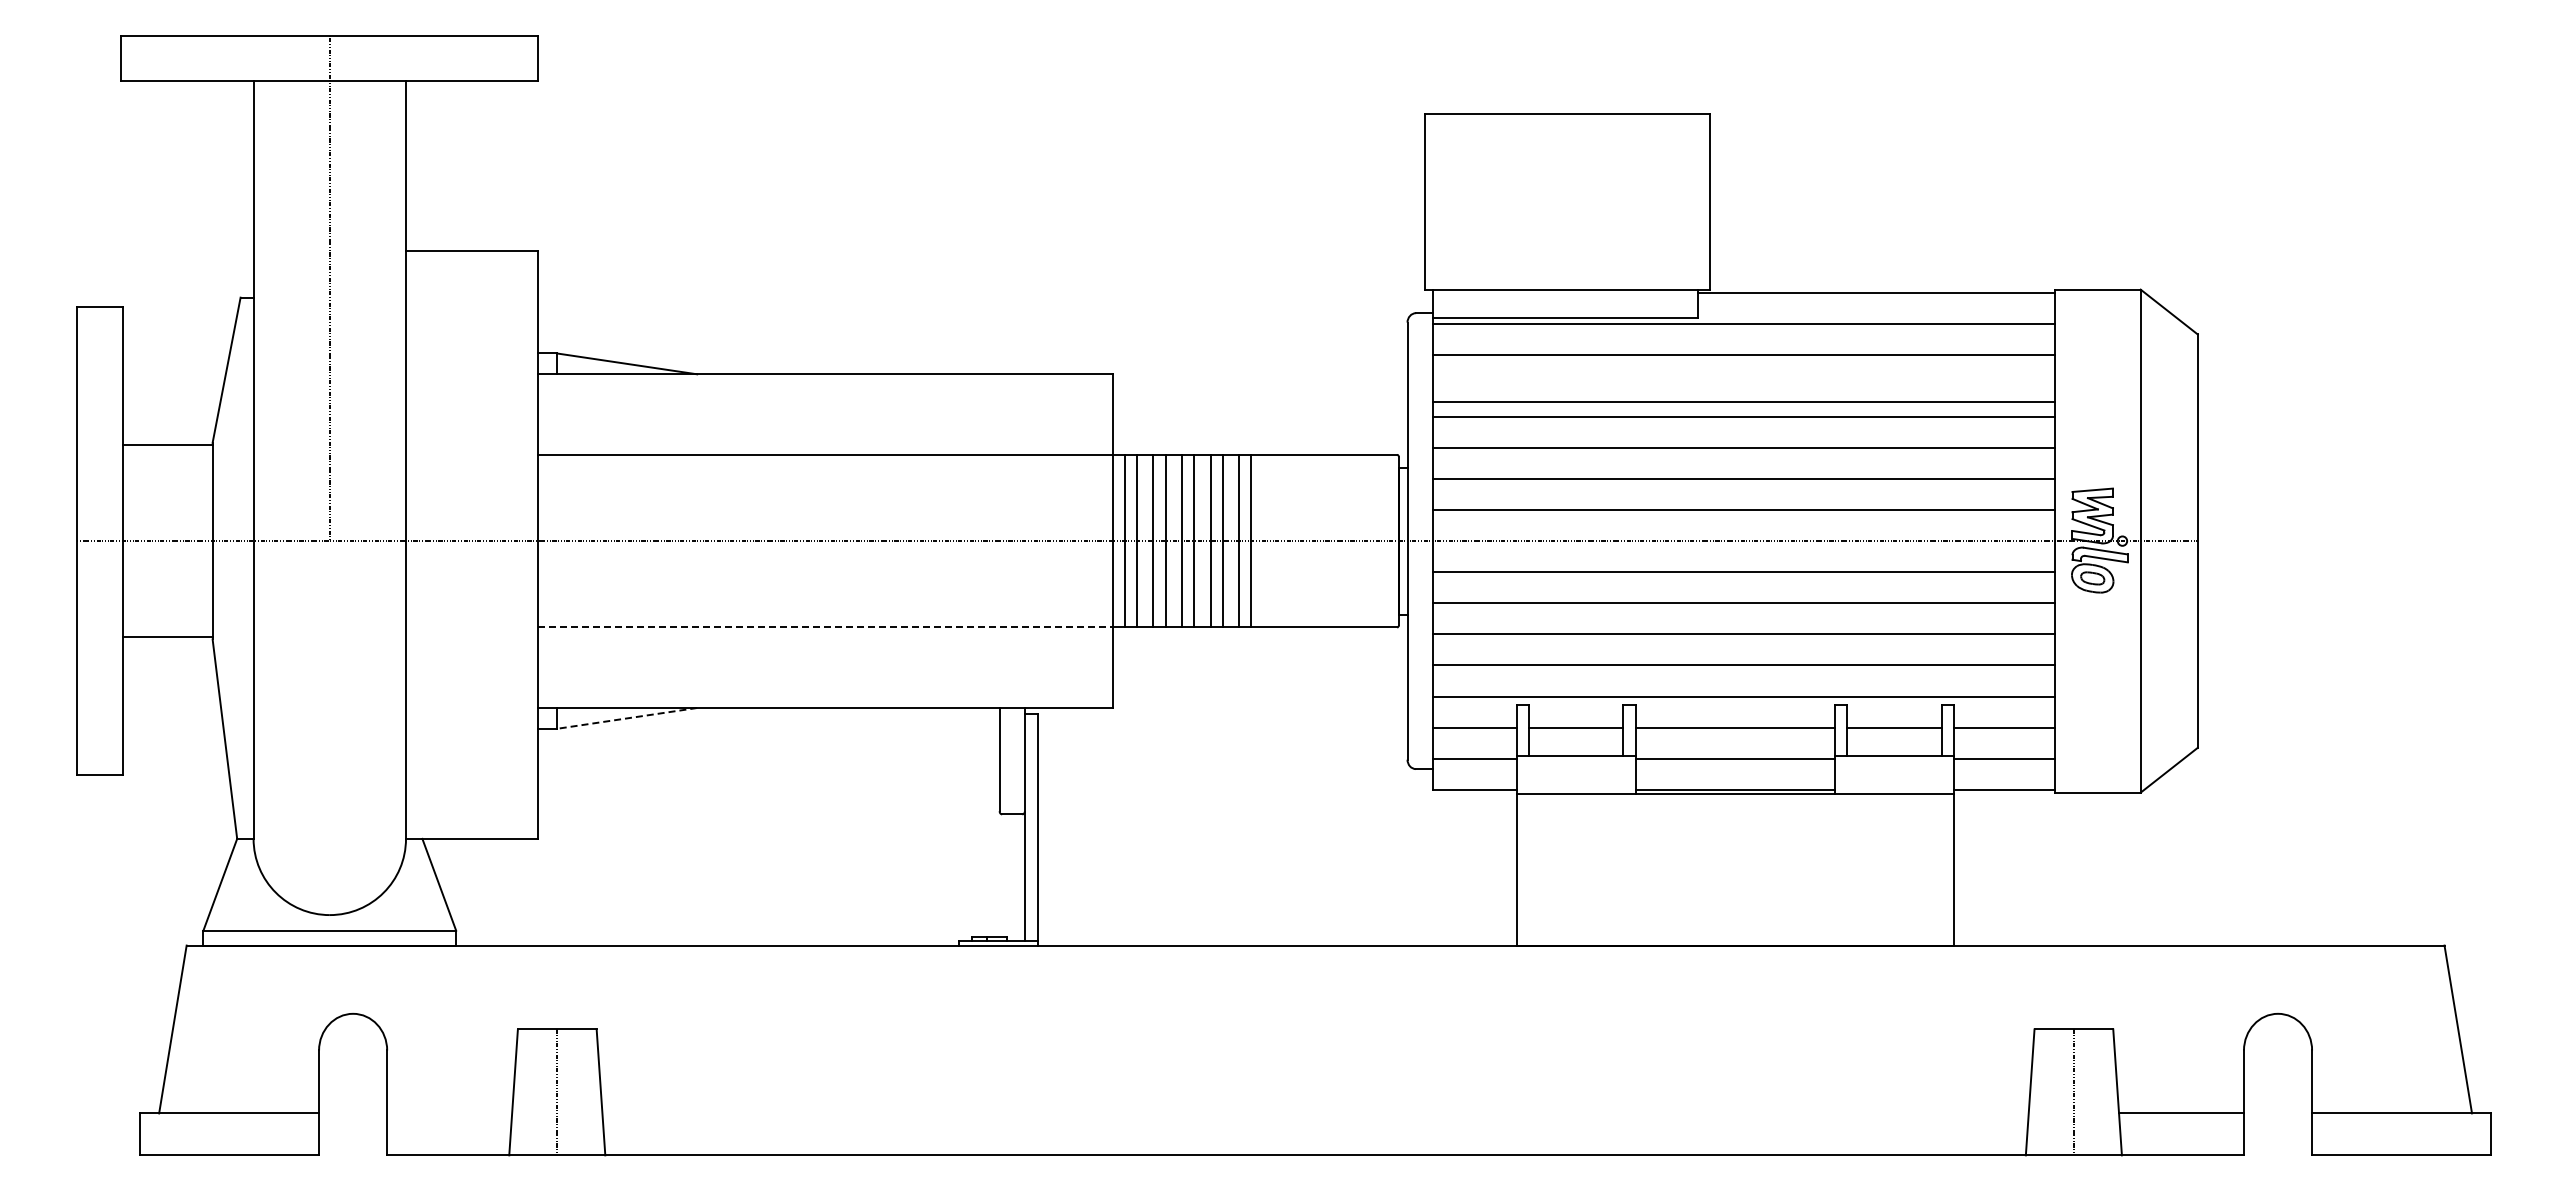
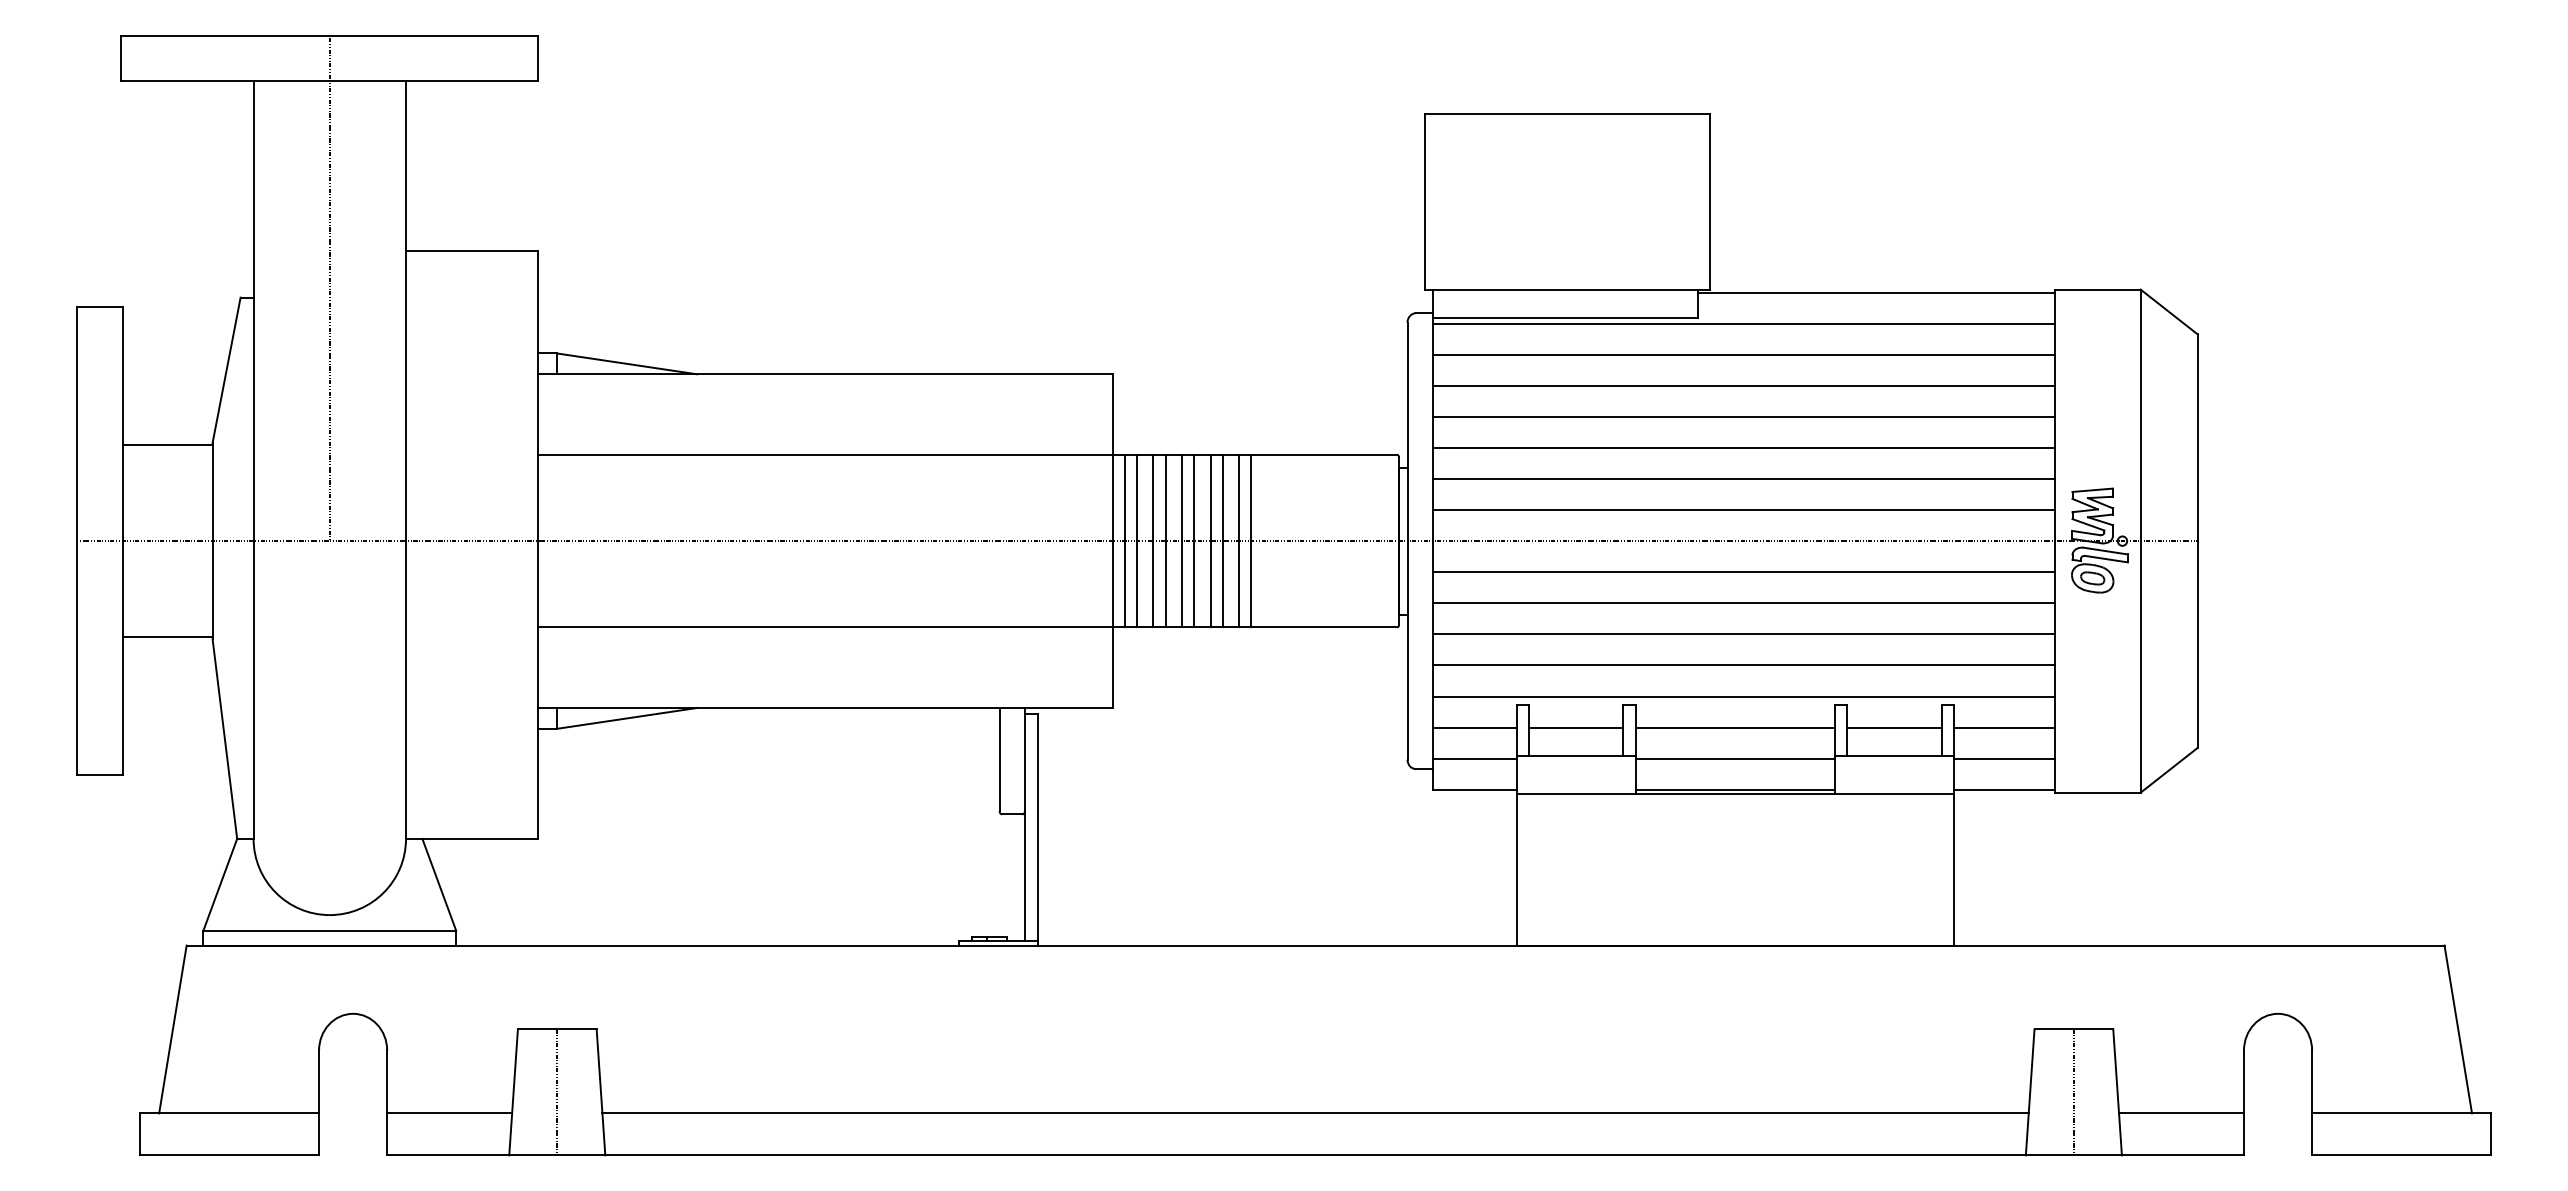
line at (1744, 401) position: (1744, 401) -> (1744, 385)
line at (825, 627): dashed -> solid
line at (627, 718): dashed -> solid
line at (449, 1113): none -> present
line at (1315, 1113): none -> present
